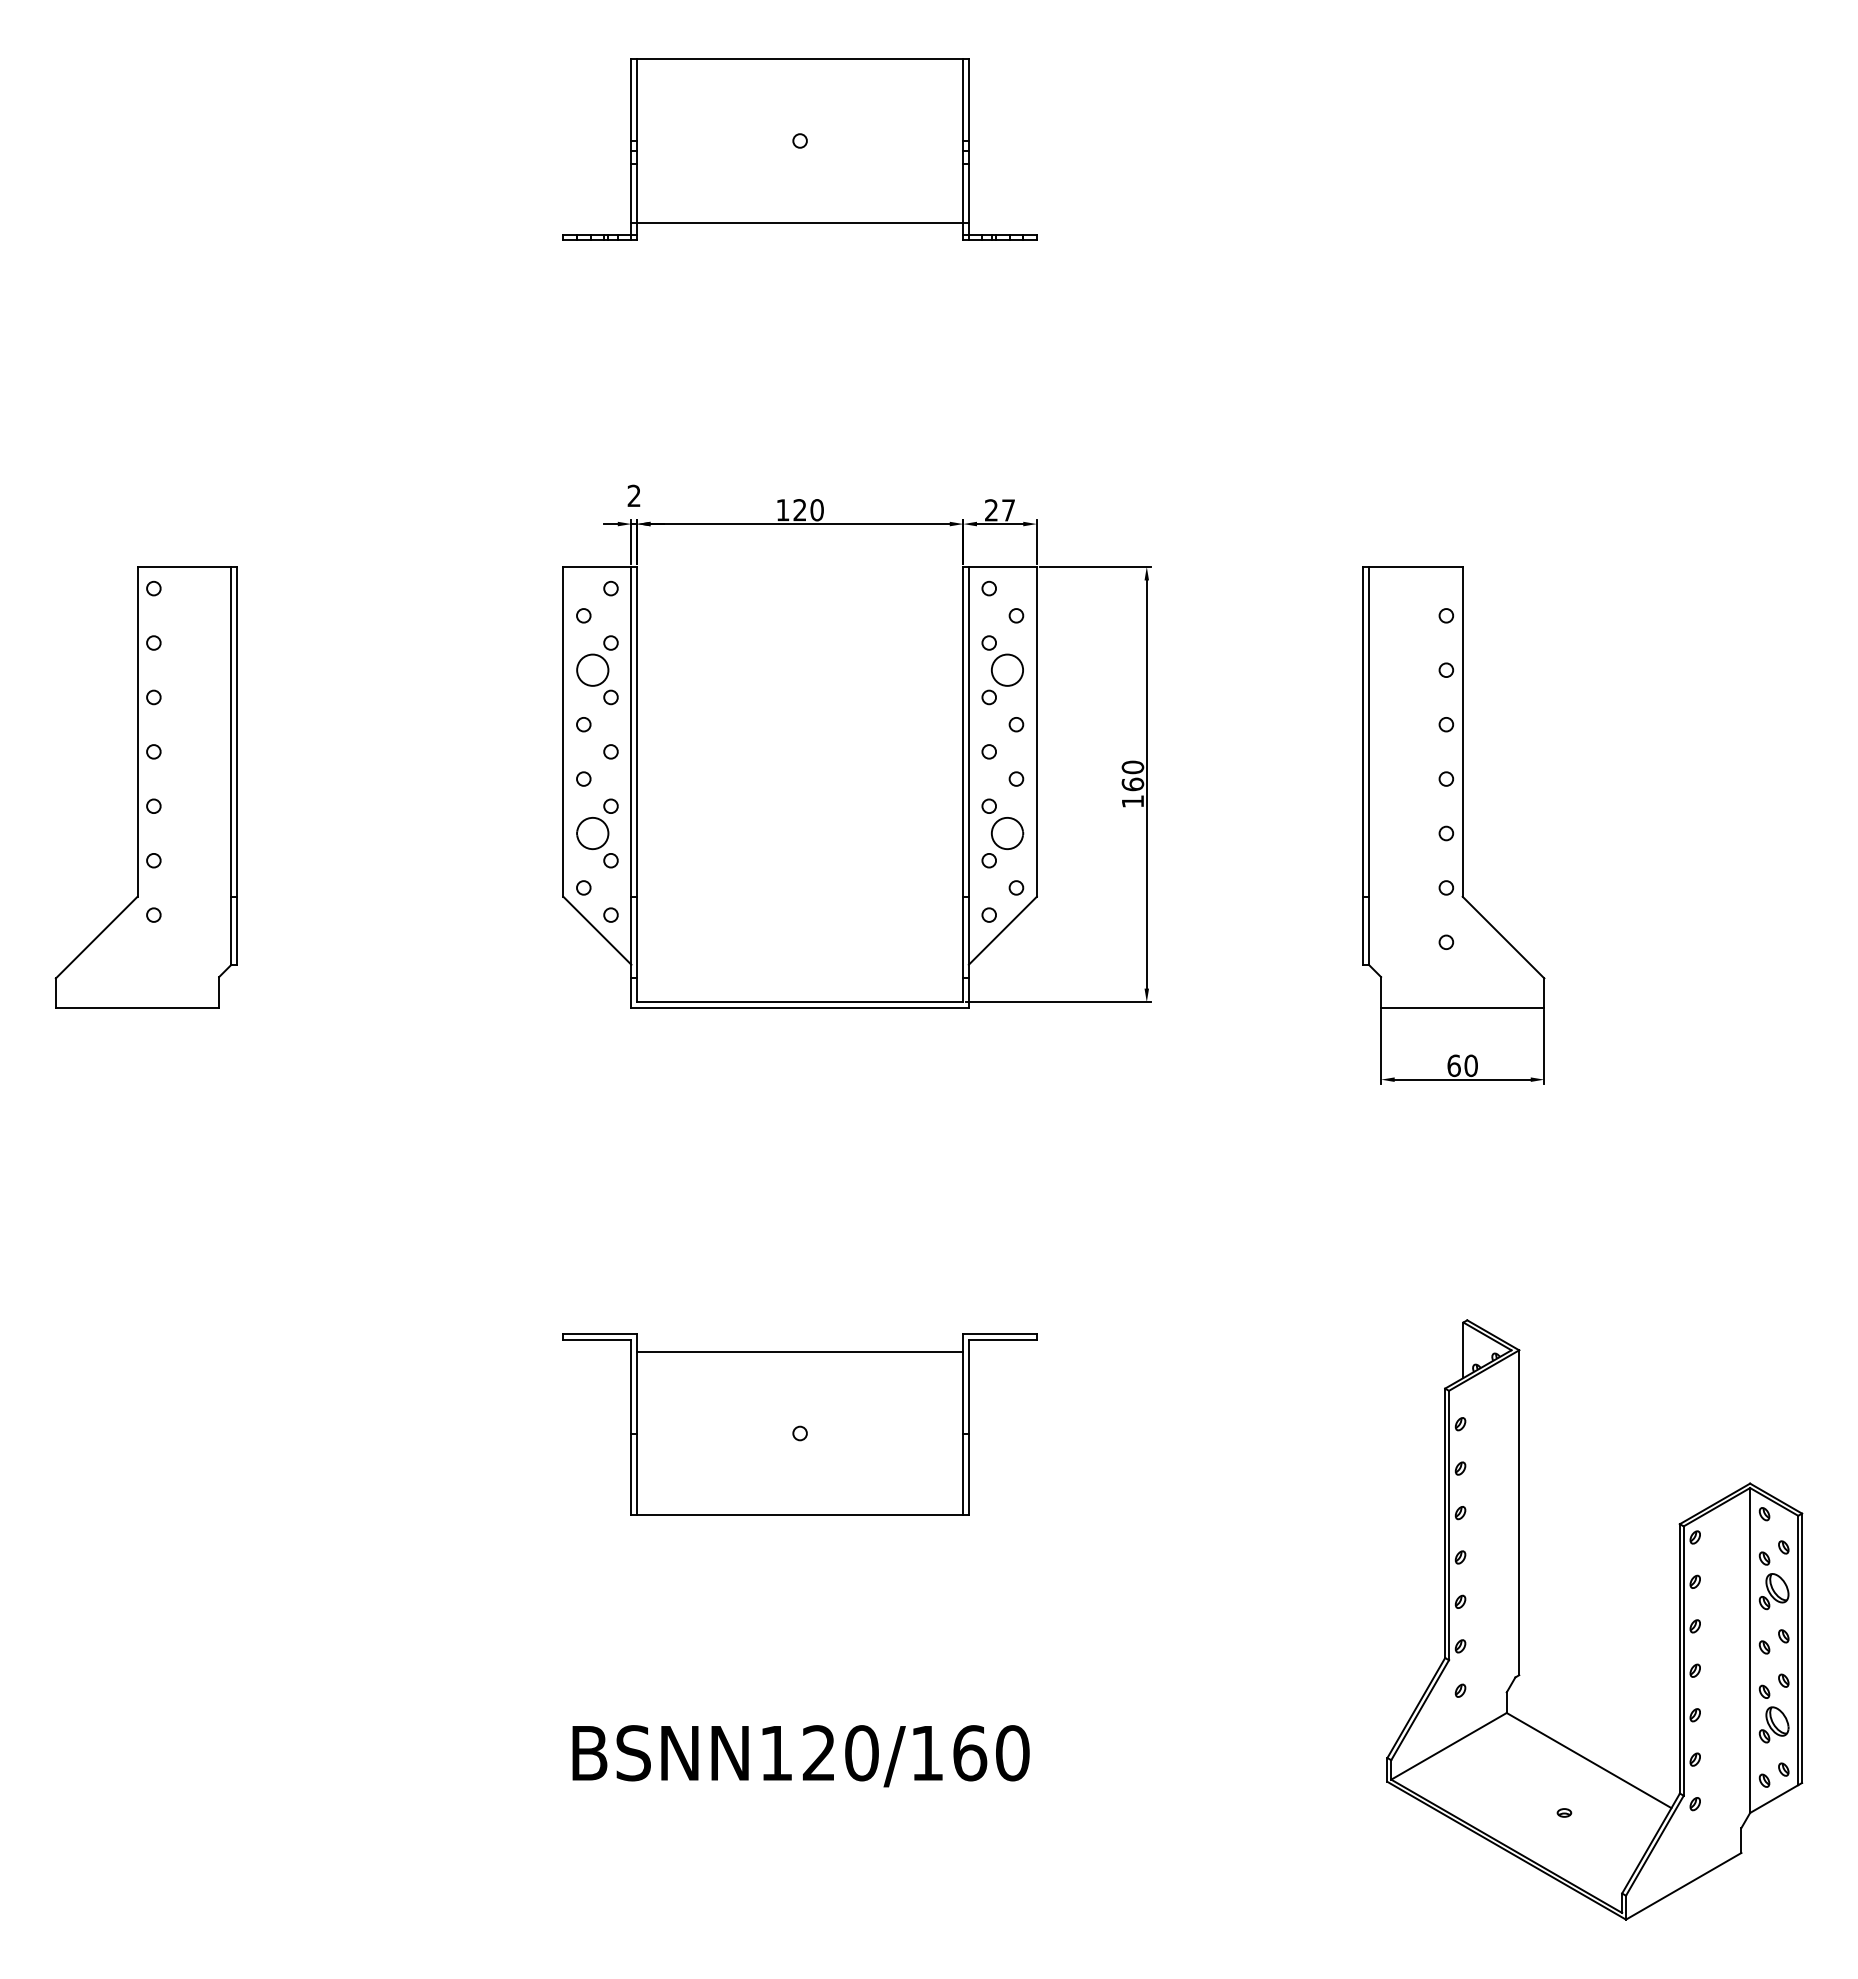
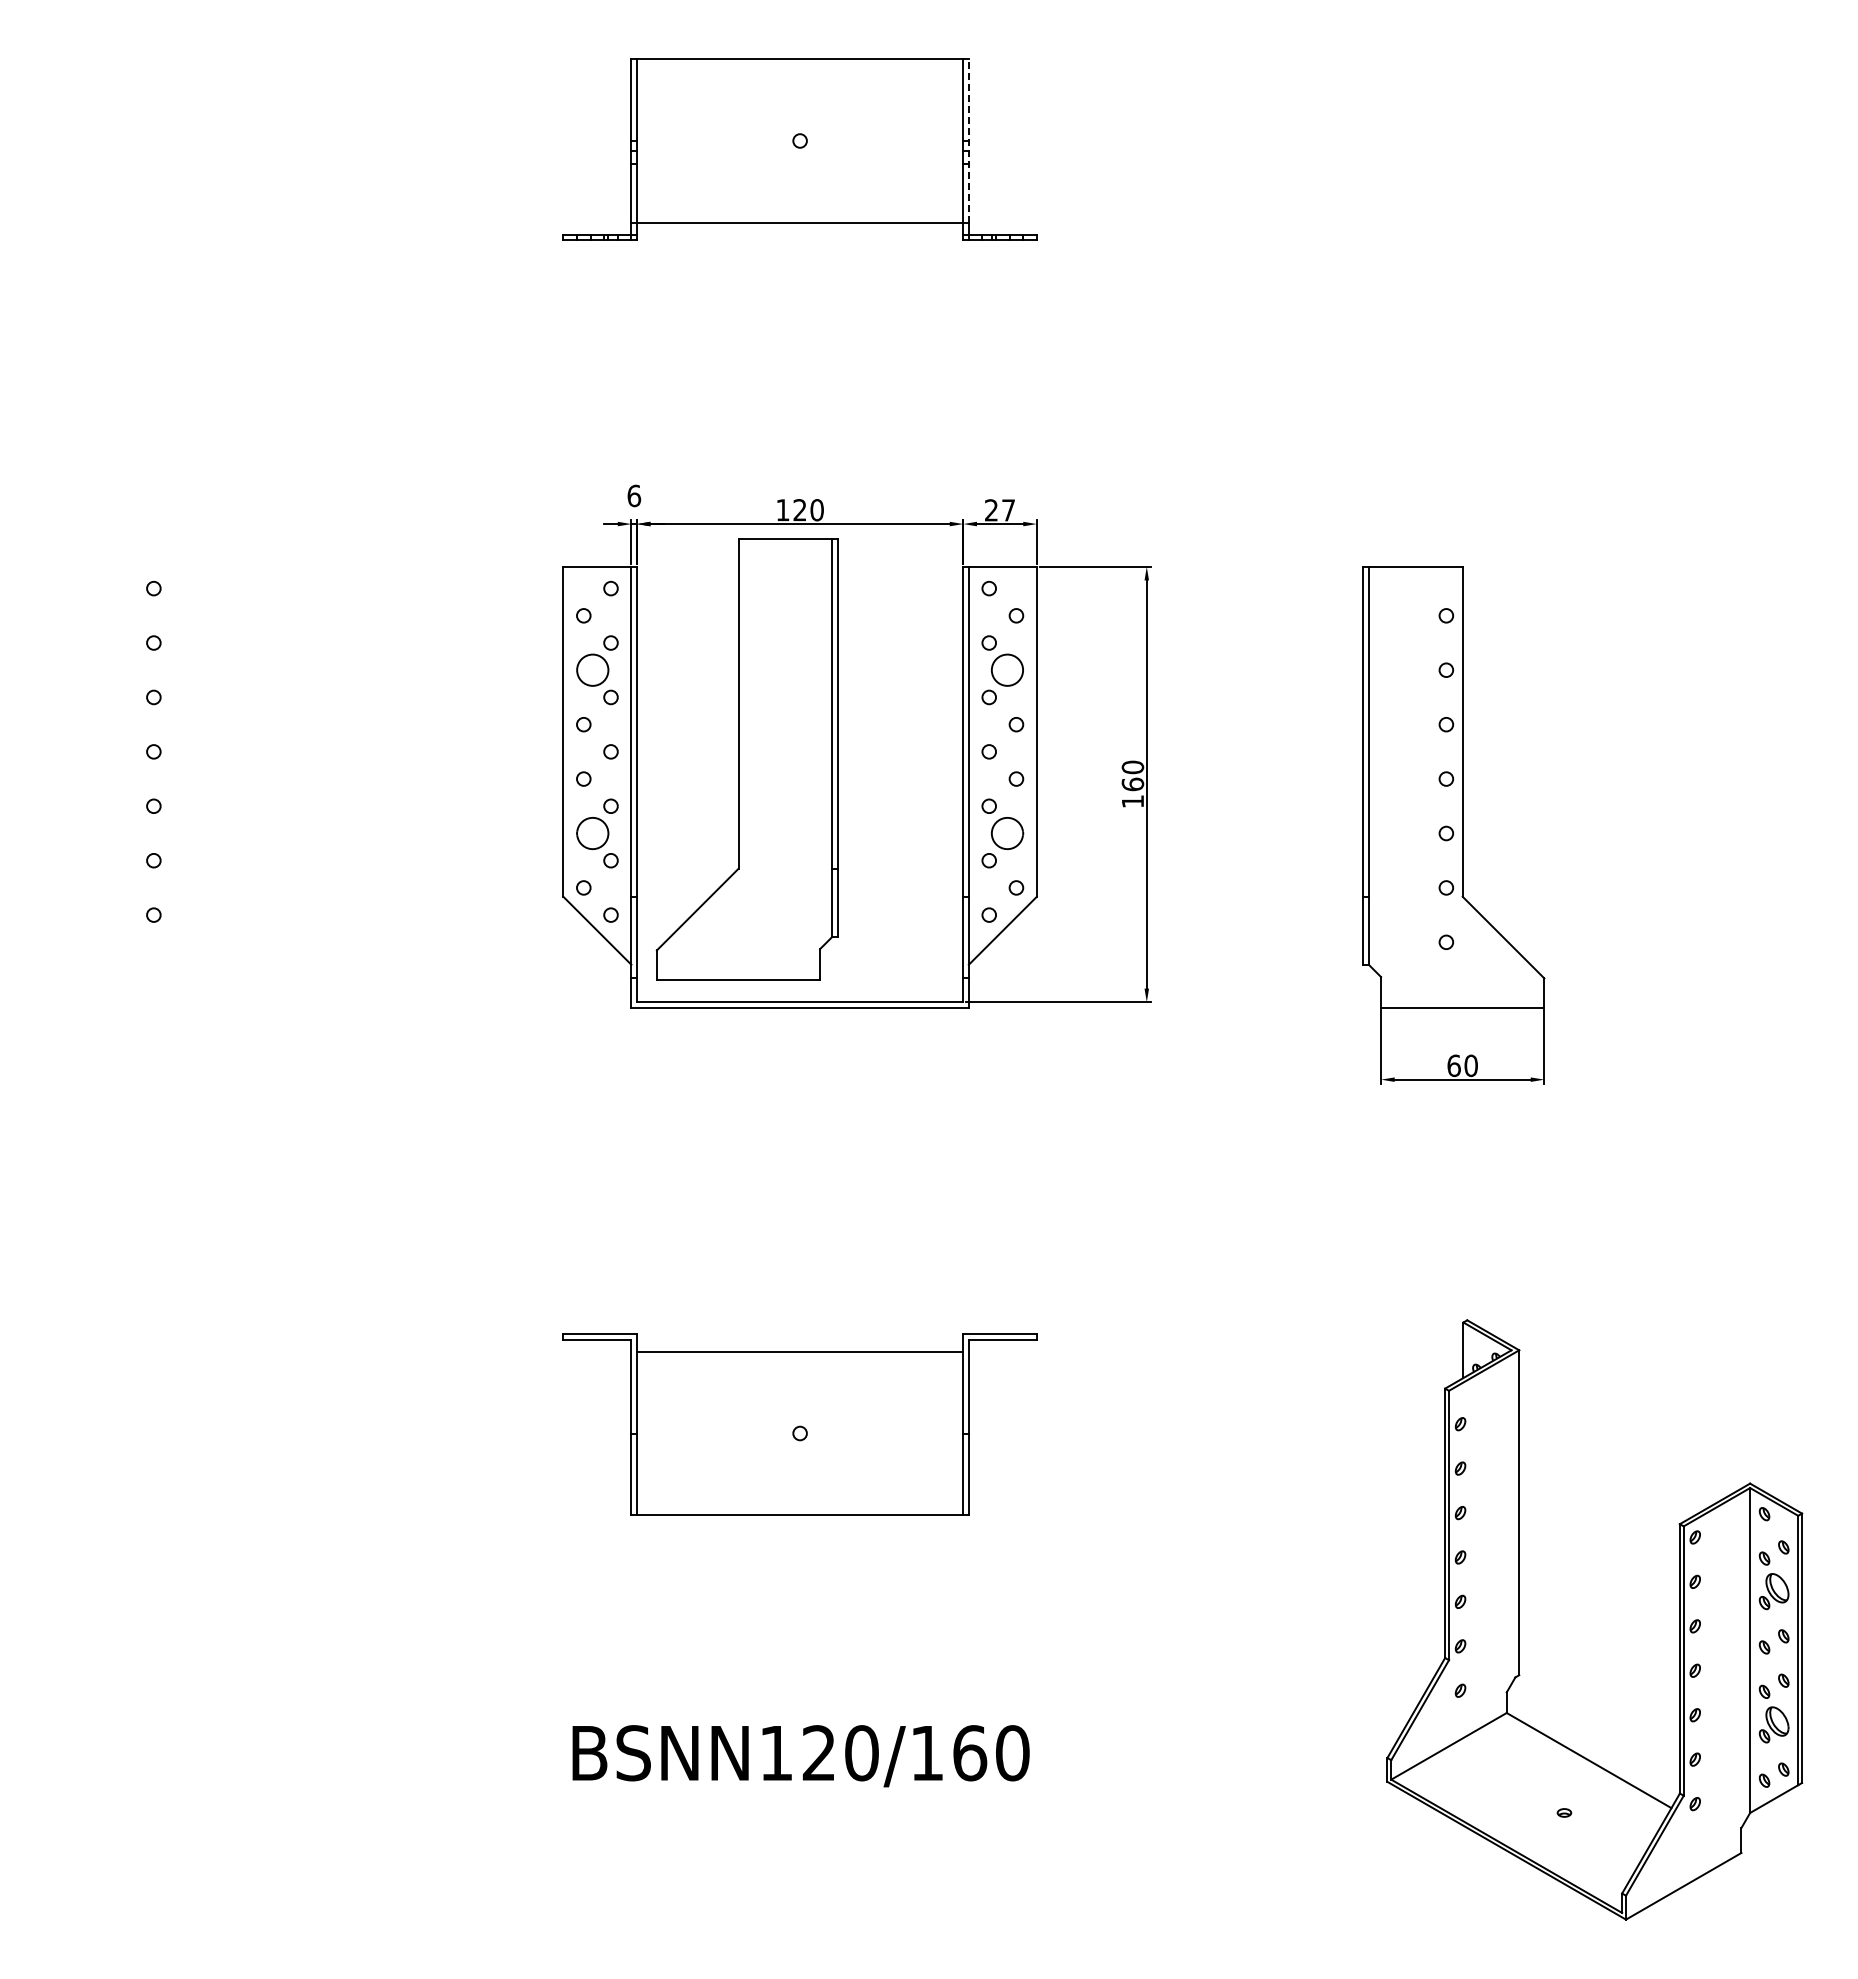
line at (968, 141): solid -> dashed
text at (634, 495): 2 -> 6
part at (145, 787) position: (145, 787) -> (746, 759)
